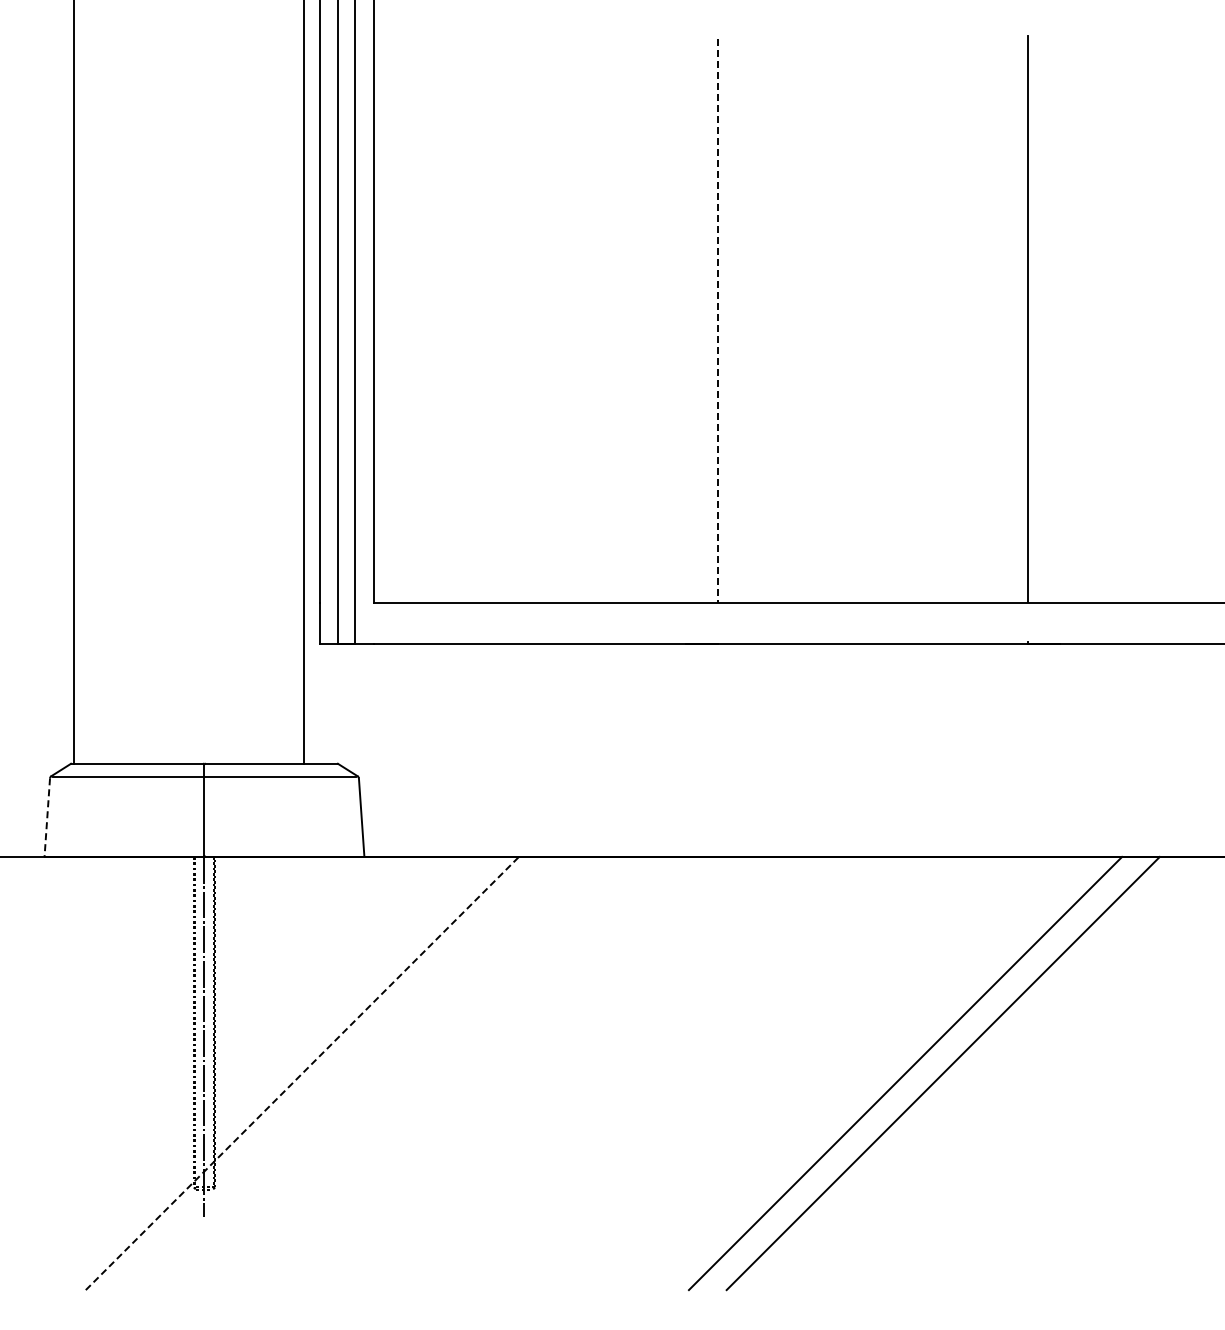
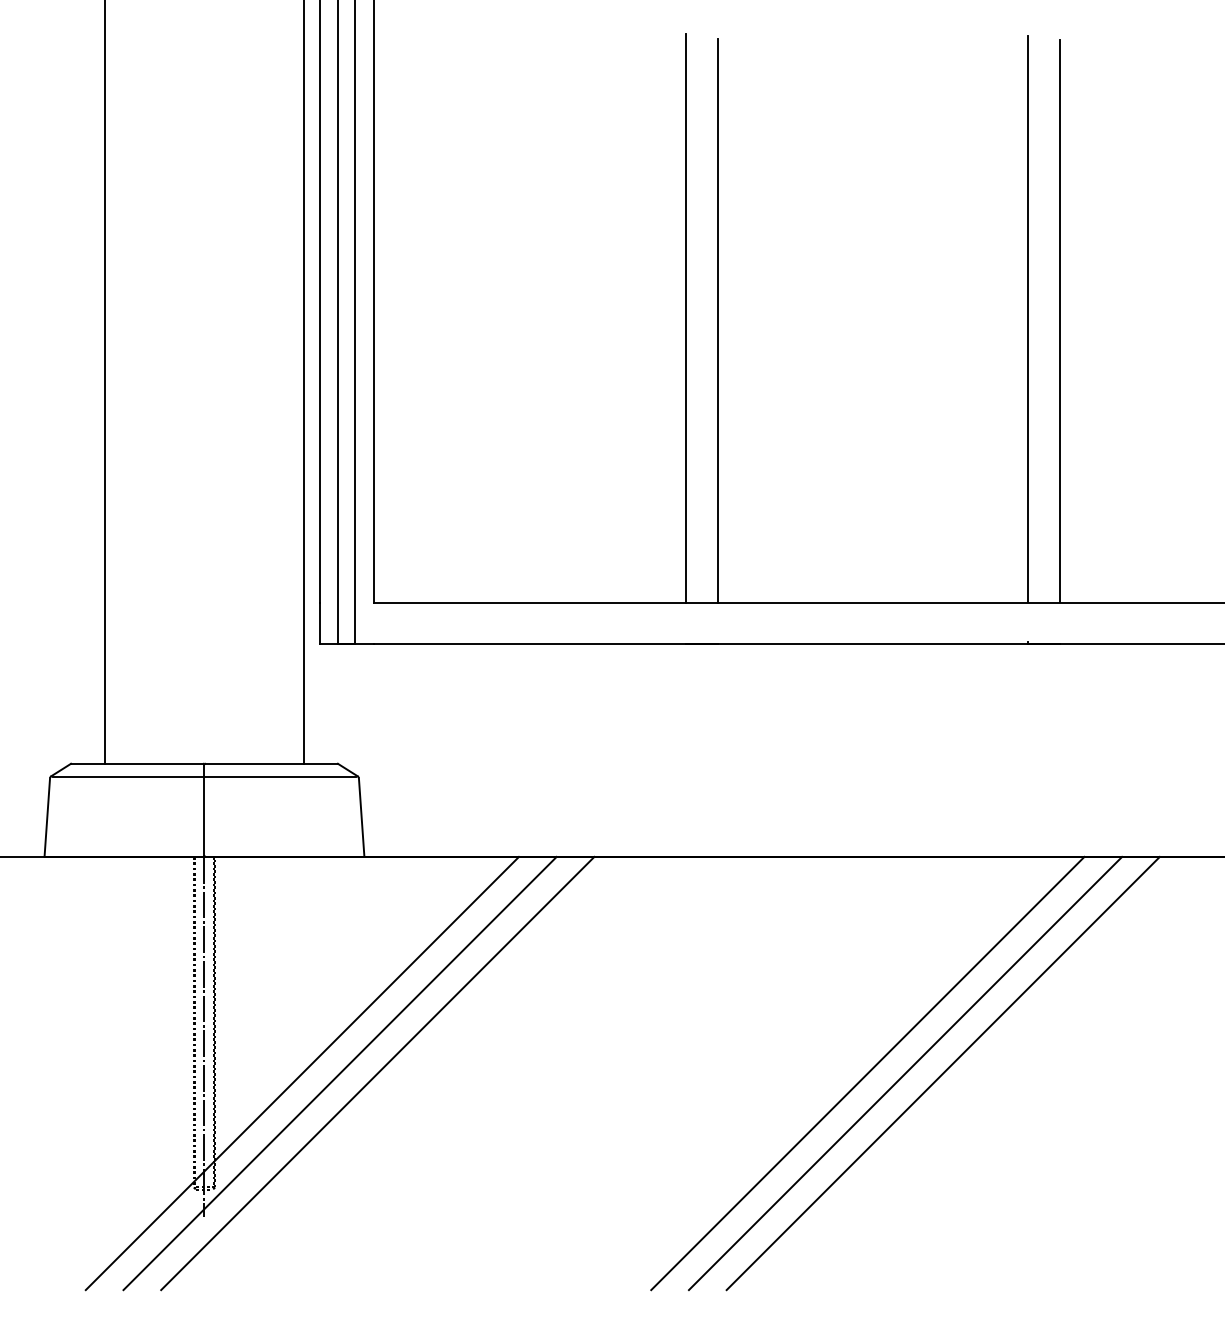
line at (685, 317): none -> present
line at (1059, 320): none -> present
line at (717, 321): dashed -> solid
line at (73, 382) position: (73, 382) -> (104, 382)
line at (47, 818): dashed -> solid
line at (302, 1073): dashed -> solid
line at (339, 1073): none -> present
line at (377, 1073): none -> present
line at (867, 1073): none -> present
